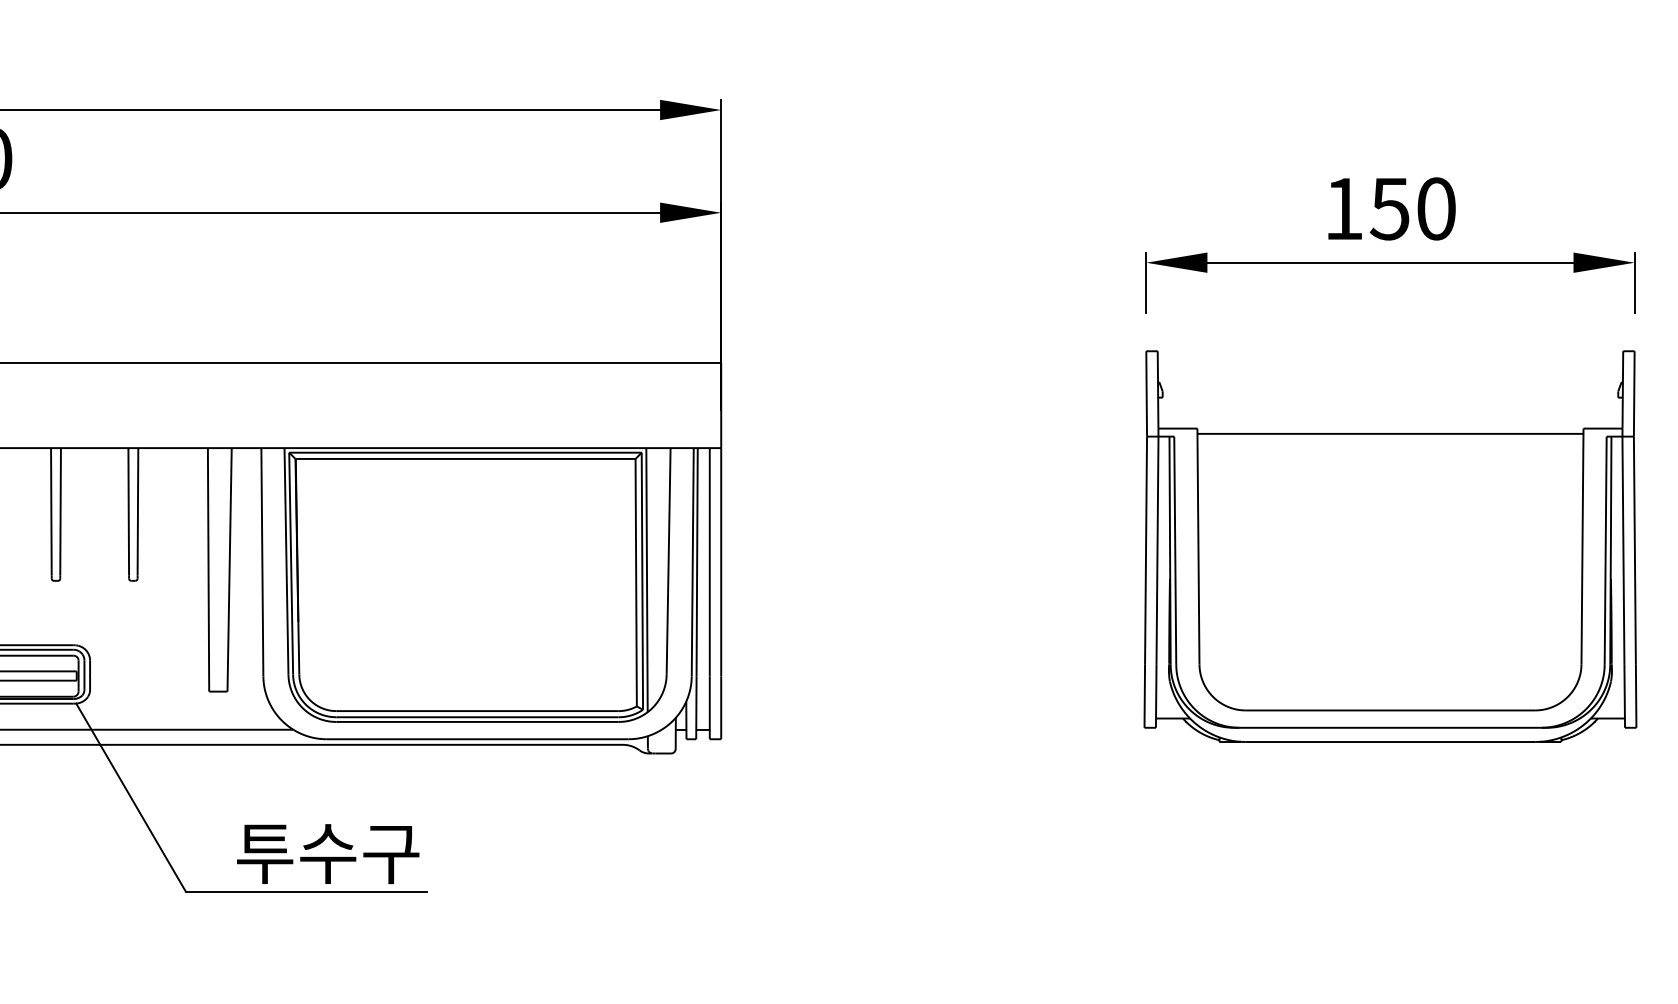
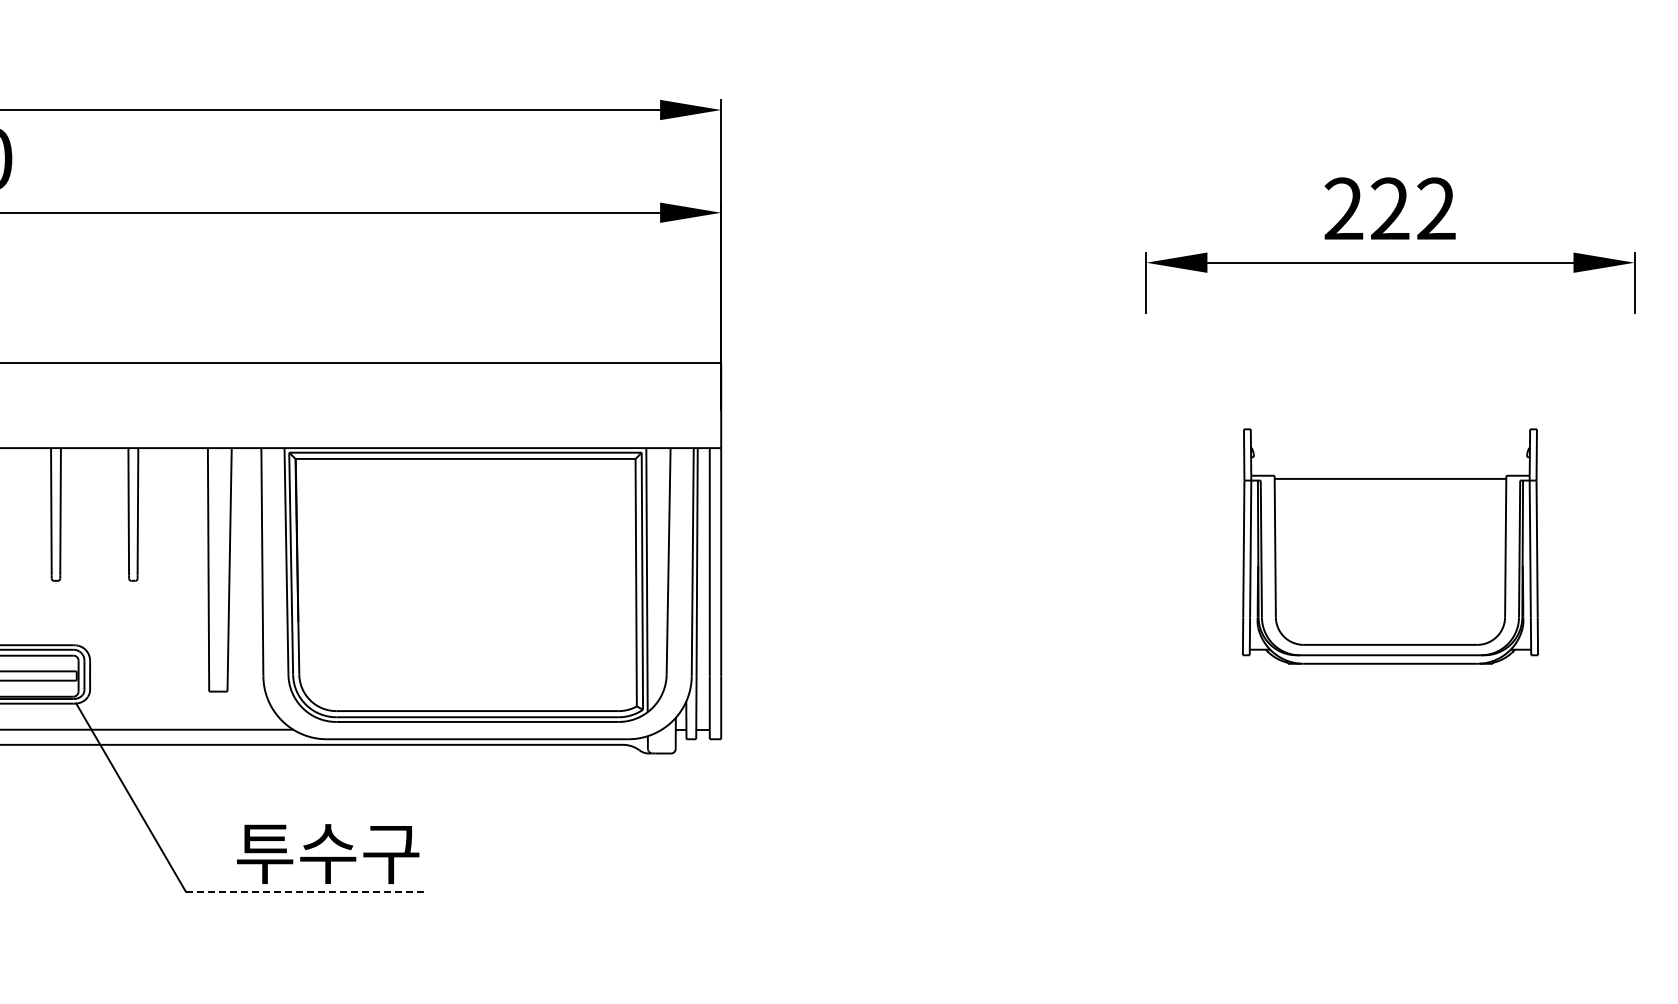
text at (1389, 208): 150 -> 222
part at (1390, 546) size: 495x393 px -> 297x237 px
line at (306, 891): solid -> dashed
